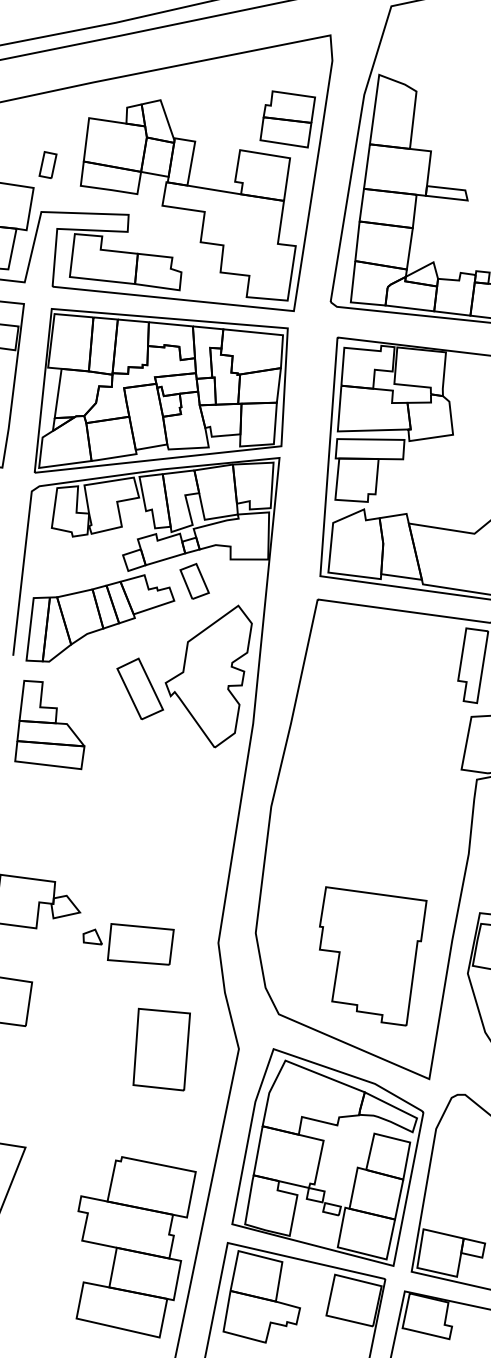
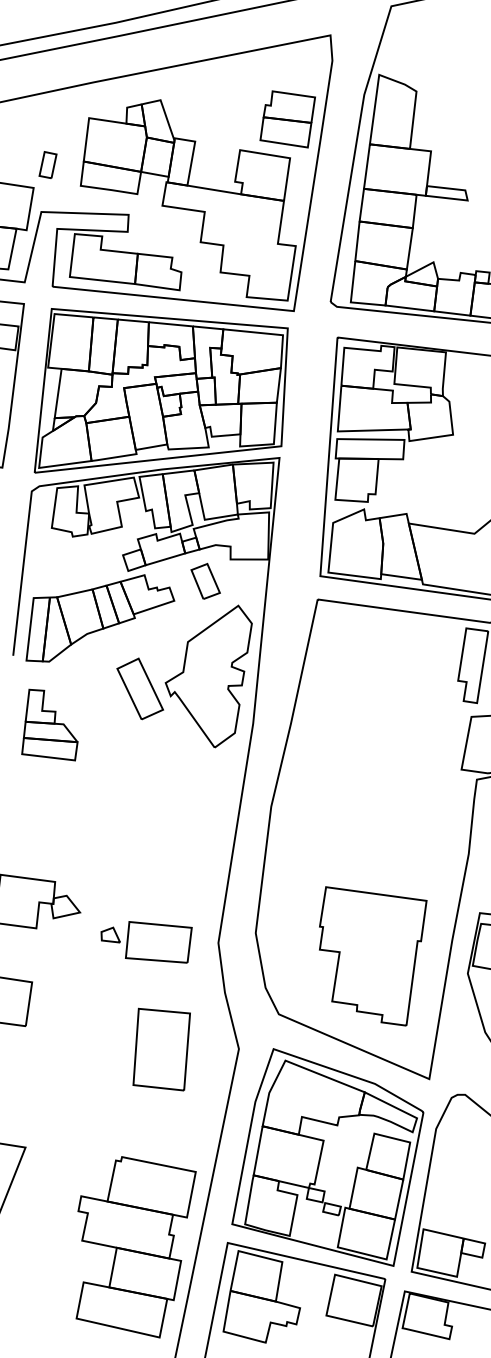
part at (194, 580) position: (194, 580) -> (205, 580)
part at (49, 725) size: 72x91 px -> 58x74 px
part at (128, 944) position: (128, 944) -> (146, 942)
